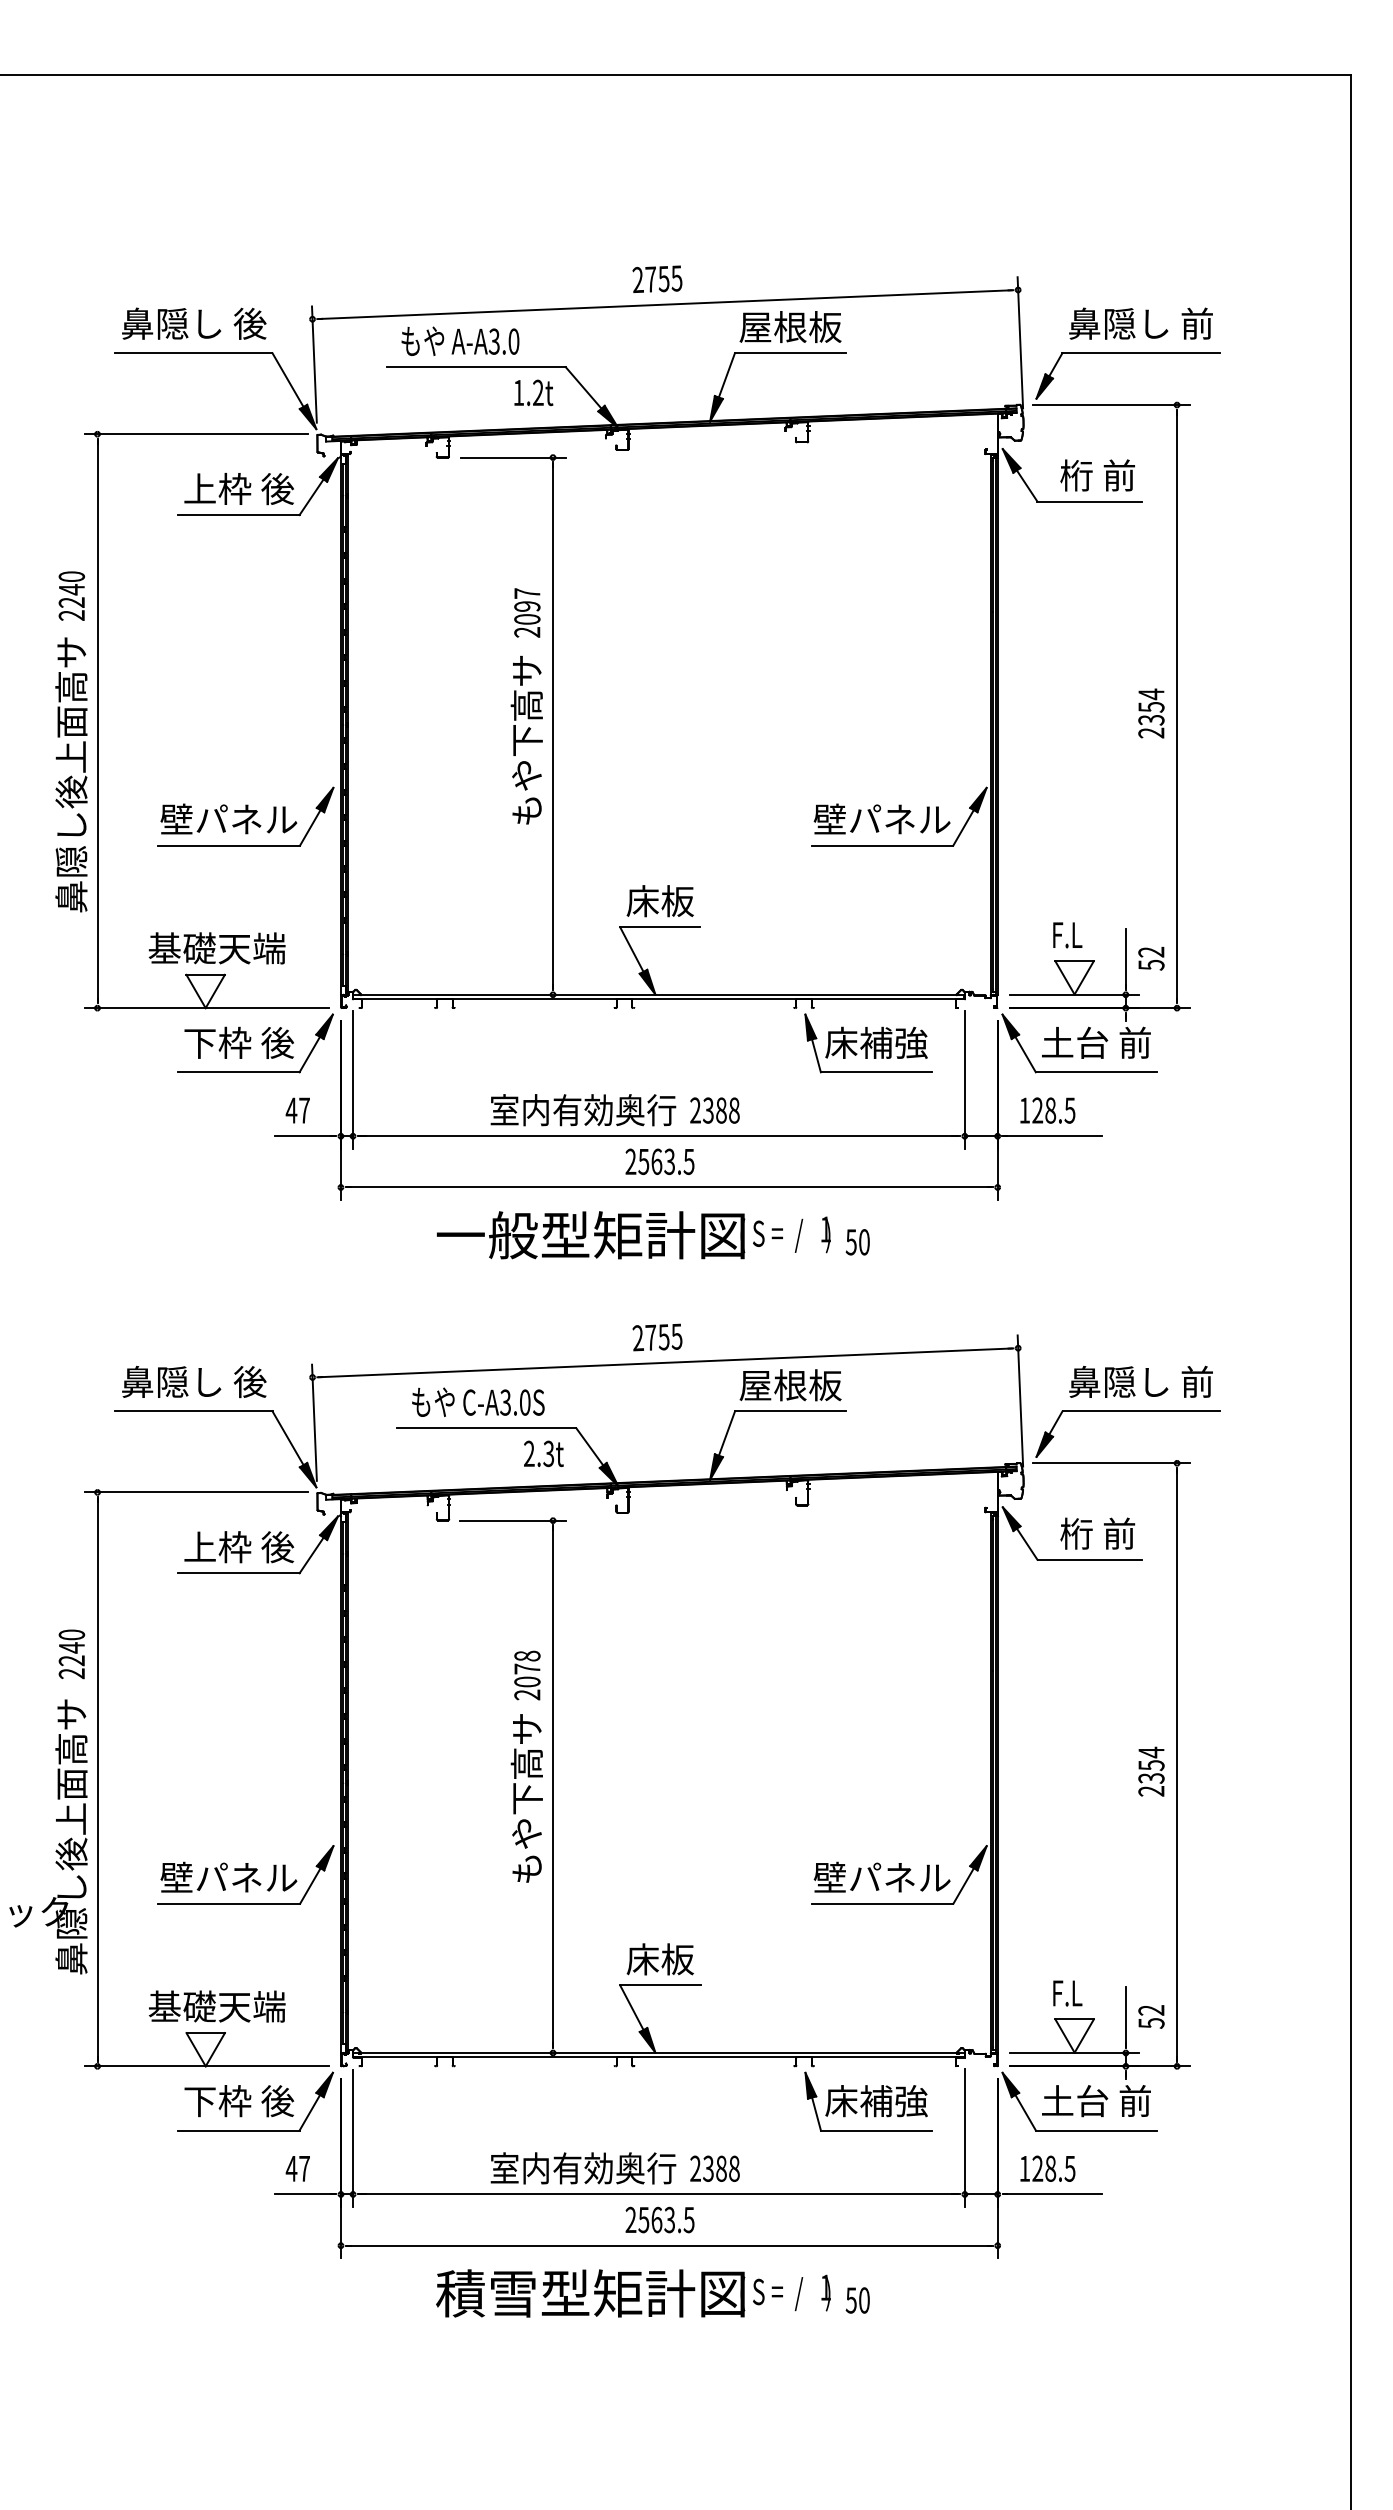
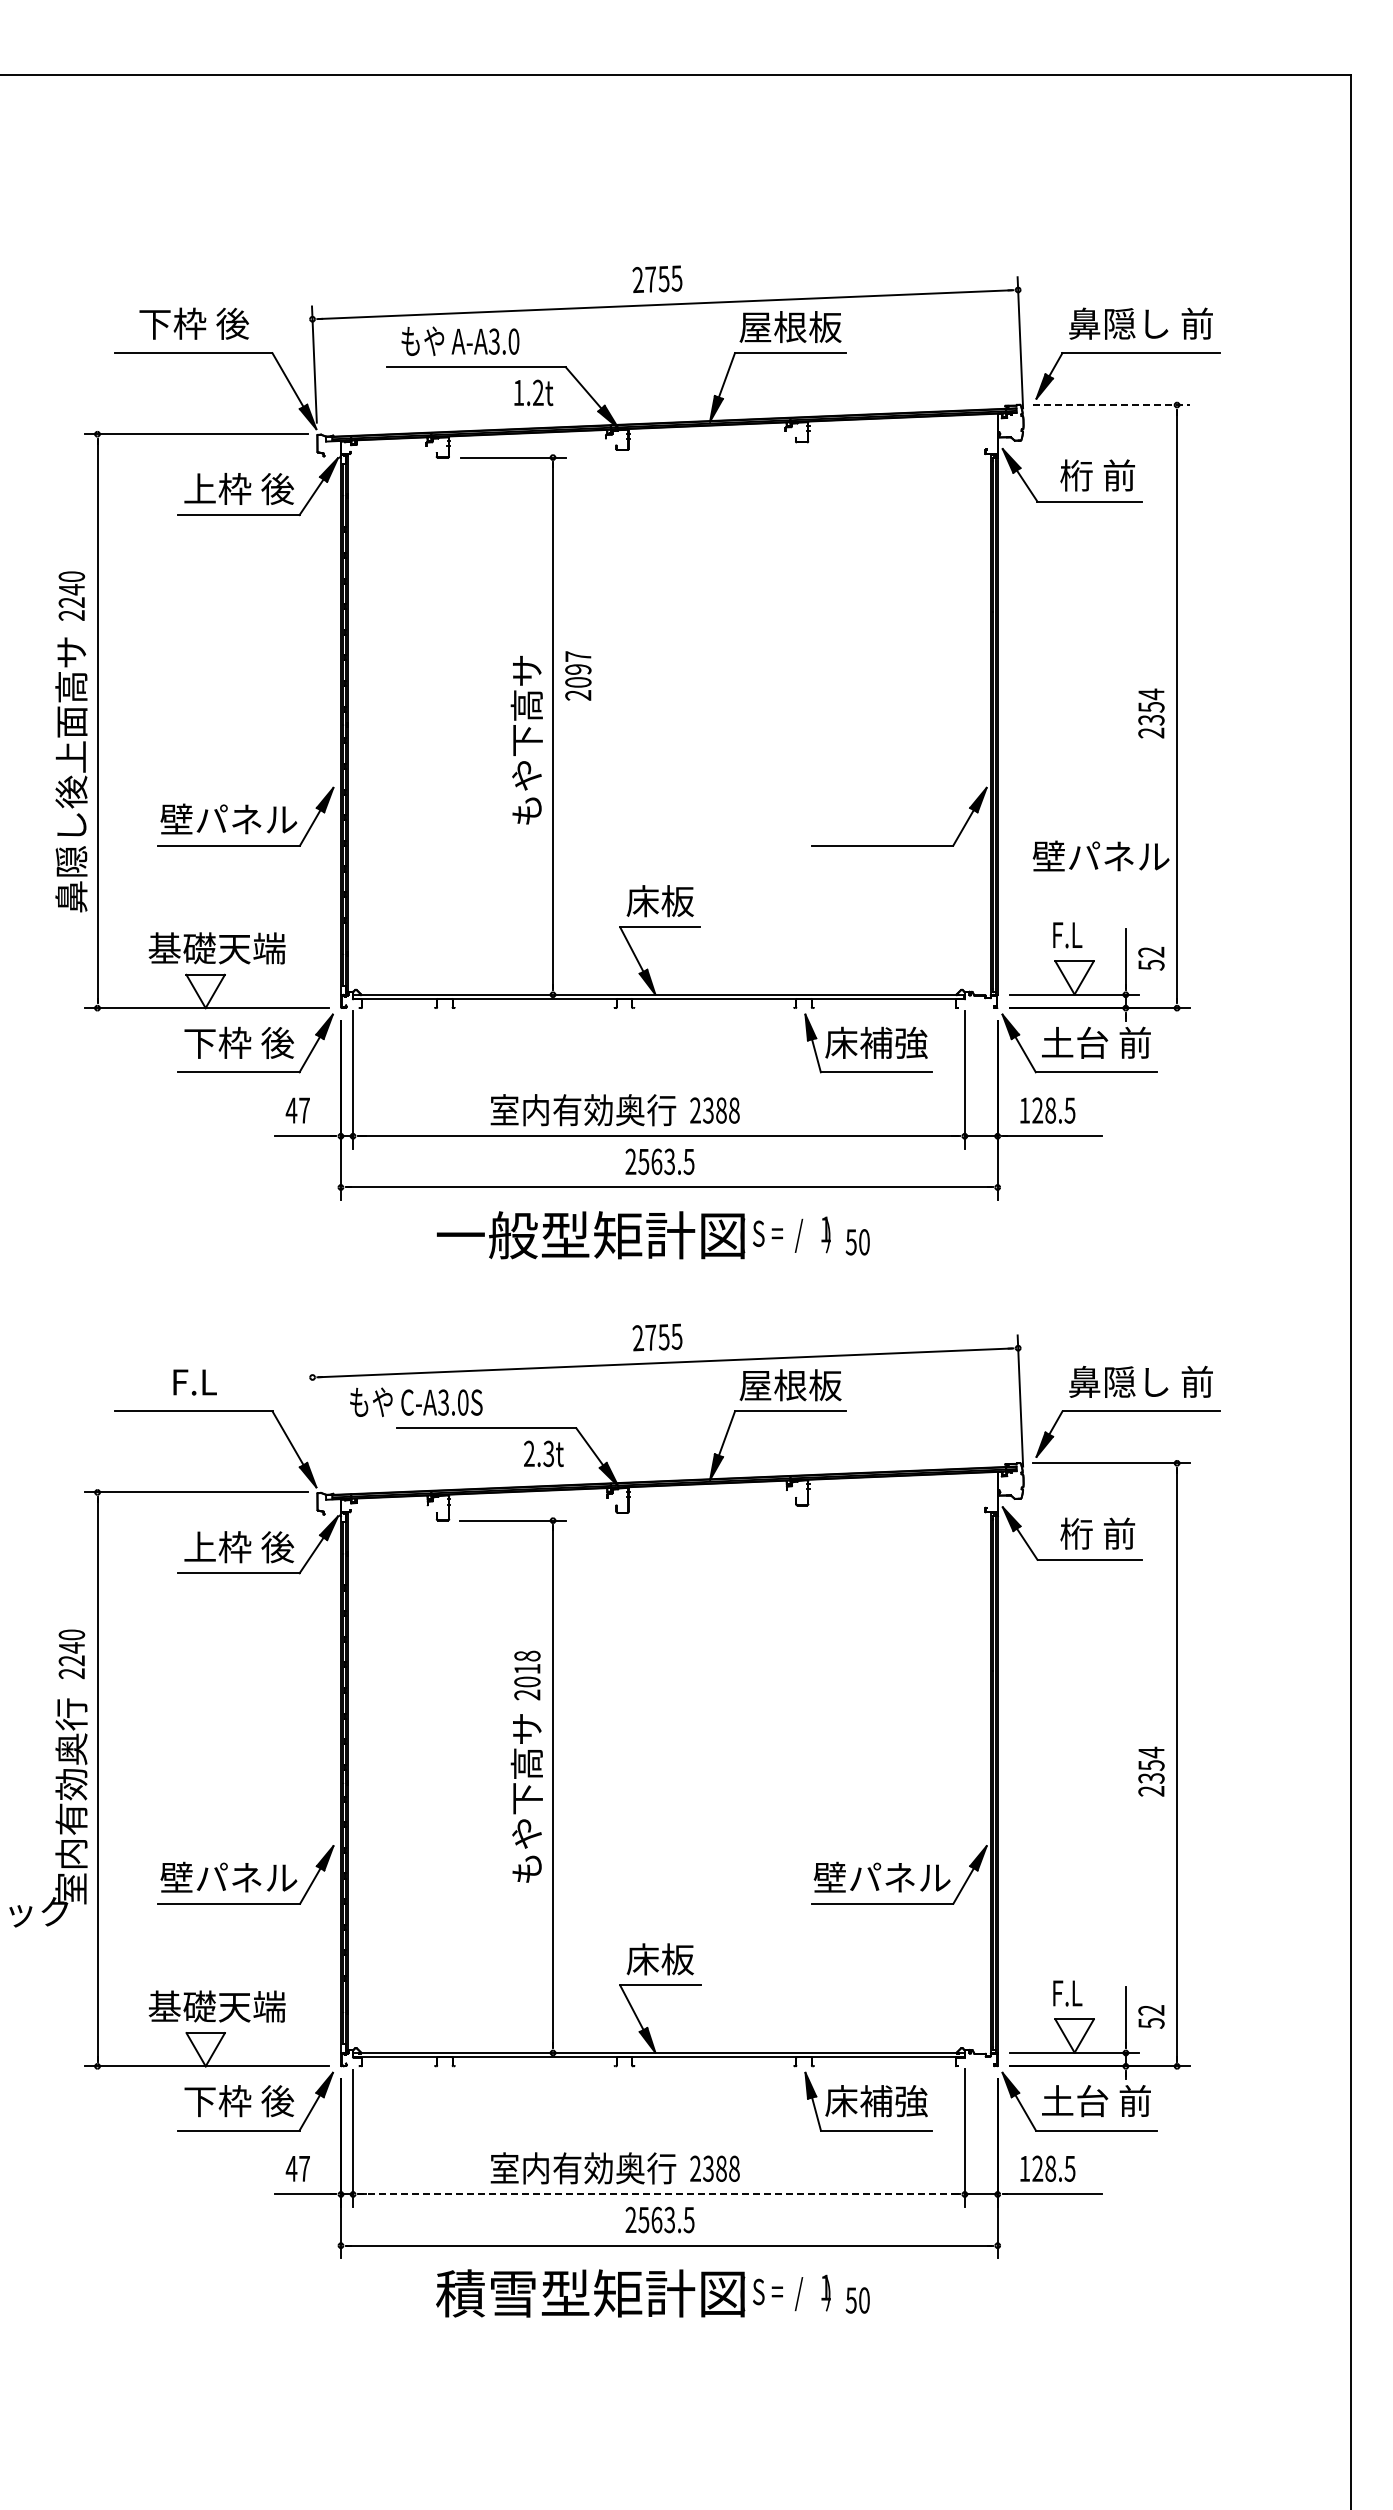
text at (194, 323): 鼻隠し 後 -> 下枠 後
line at (1111, 405): solid -> dashed
text at (527, 612) position: (527, 612) -> (578, 675)
text at (881, 818) position: (881, 818) -> (1100, 855)
text at (194, 1381): 鼻隠し 後 -> F.L
text at (478, 1401) position: (478, 1401) -> (416, 1401)
line at (314, 1422): present -> none
text at (527, 1668): 2078 -> 2018
text at (71, 1836): 鼻隠し後上面高サ -> 室内有効奥行
line at (658, 2194): solid -> dashed
